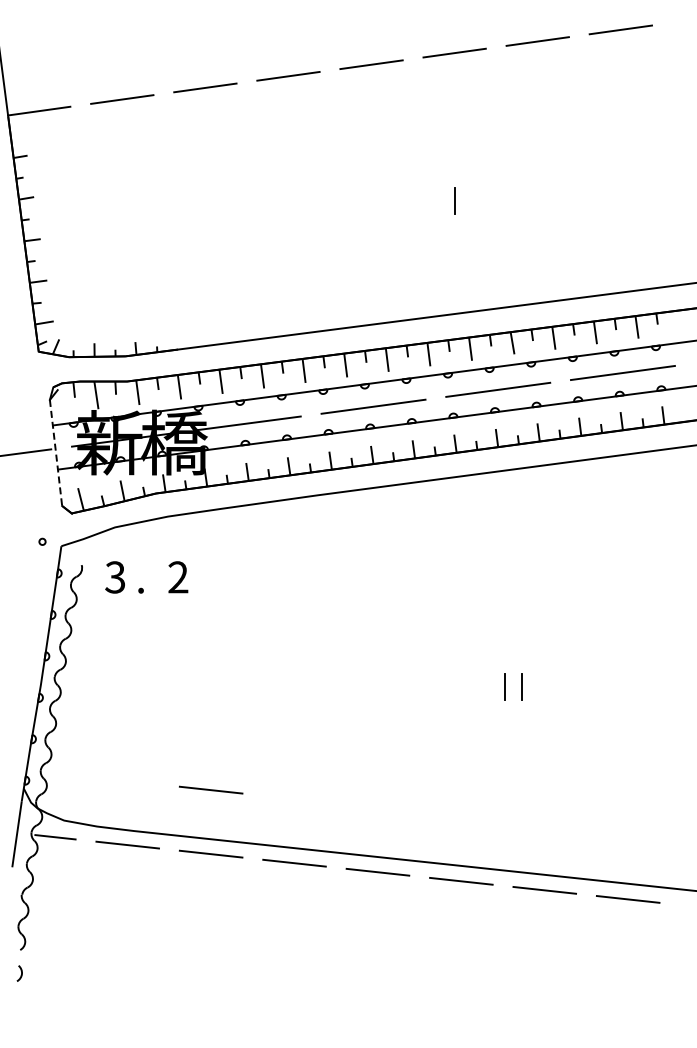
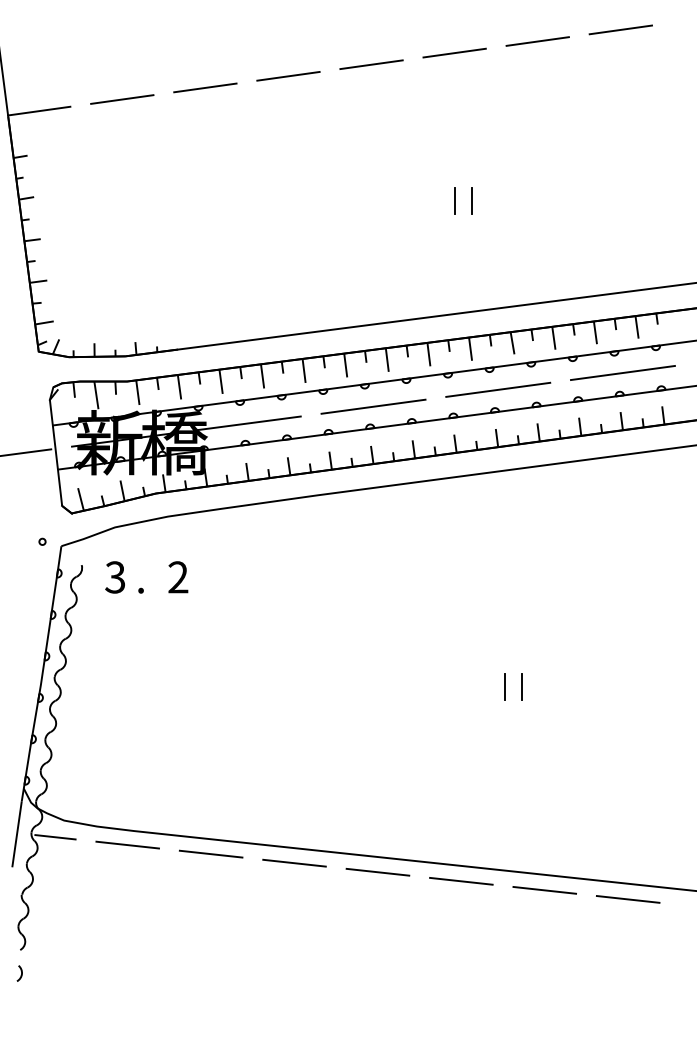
line at (471, 200): none -> present
line at (56, 453): dashed -> solid
line at (211, 789): present -> none
